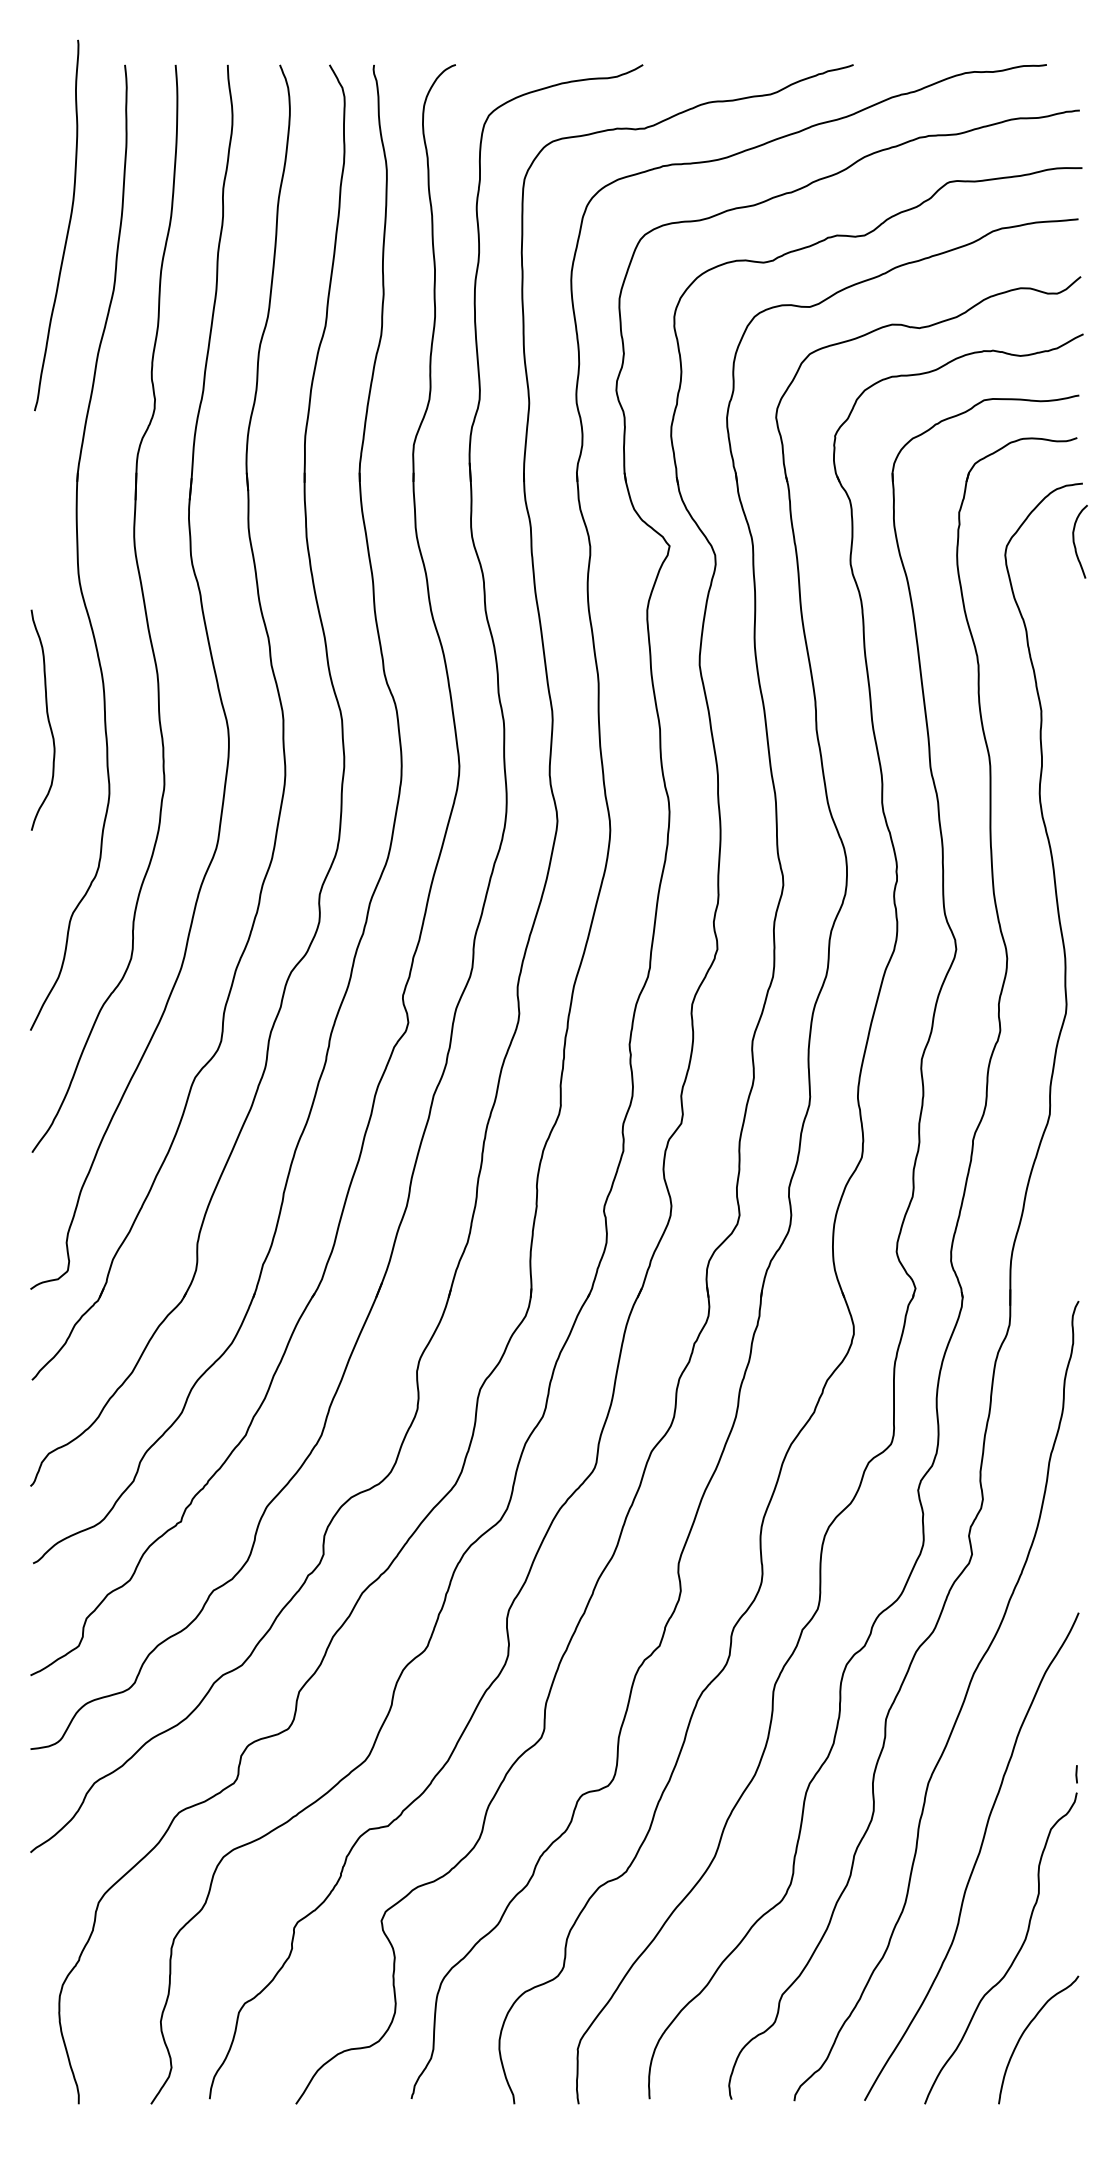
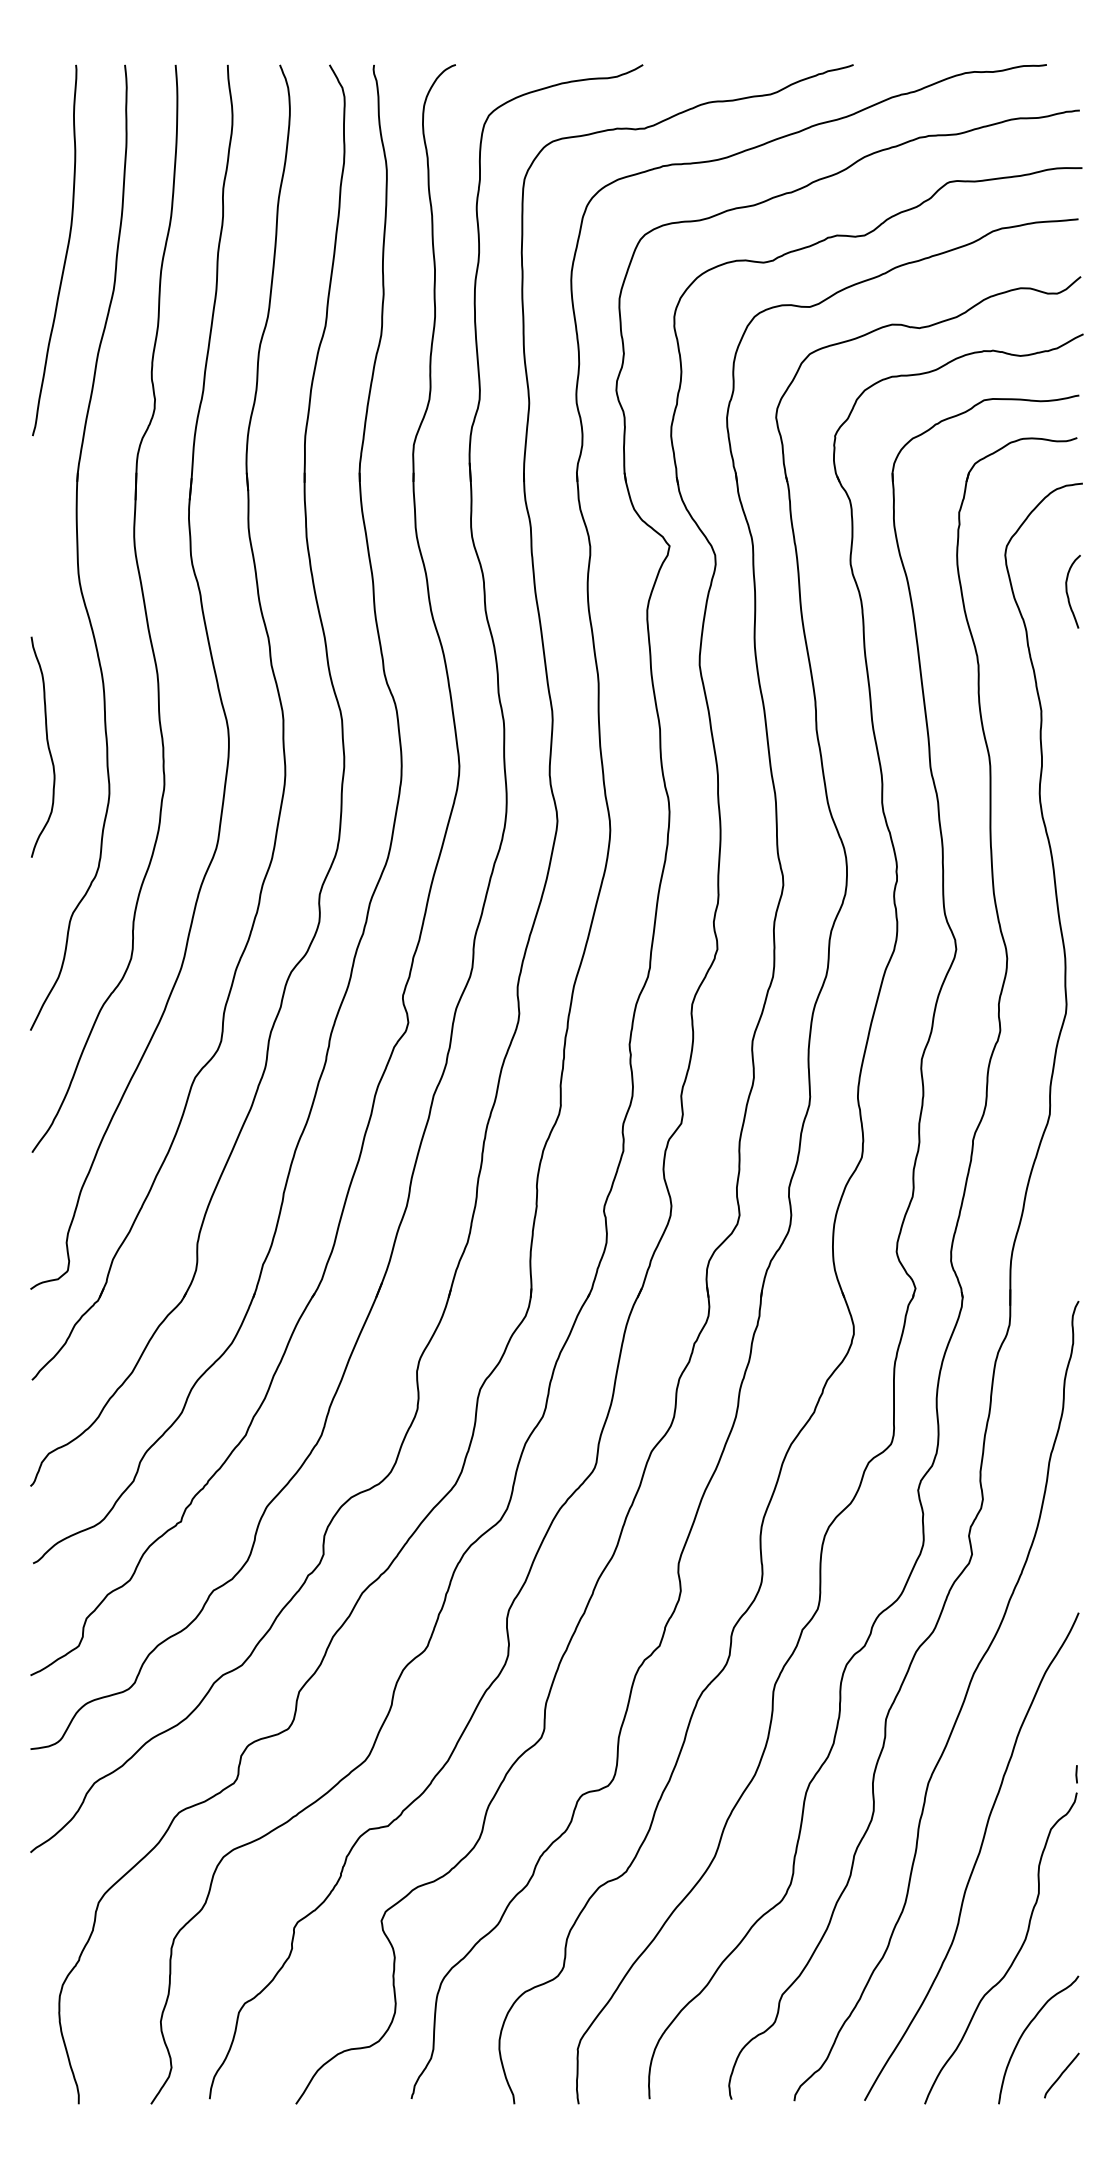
curve at (67, 228) position: (67, 228) -> (65, 253)
curve at (1074, 541) position: (1074, 541) -> (1067, 591)
curve at (47, 719) position: (47, 719) -> (47, 746)
curve at (1061, 2075): none -> present
